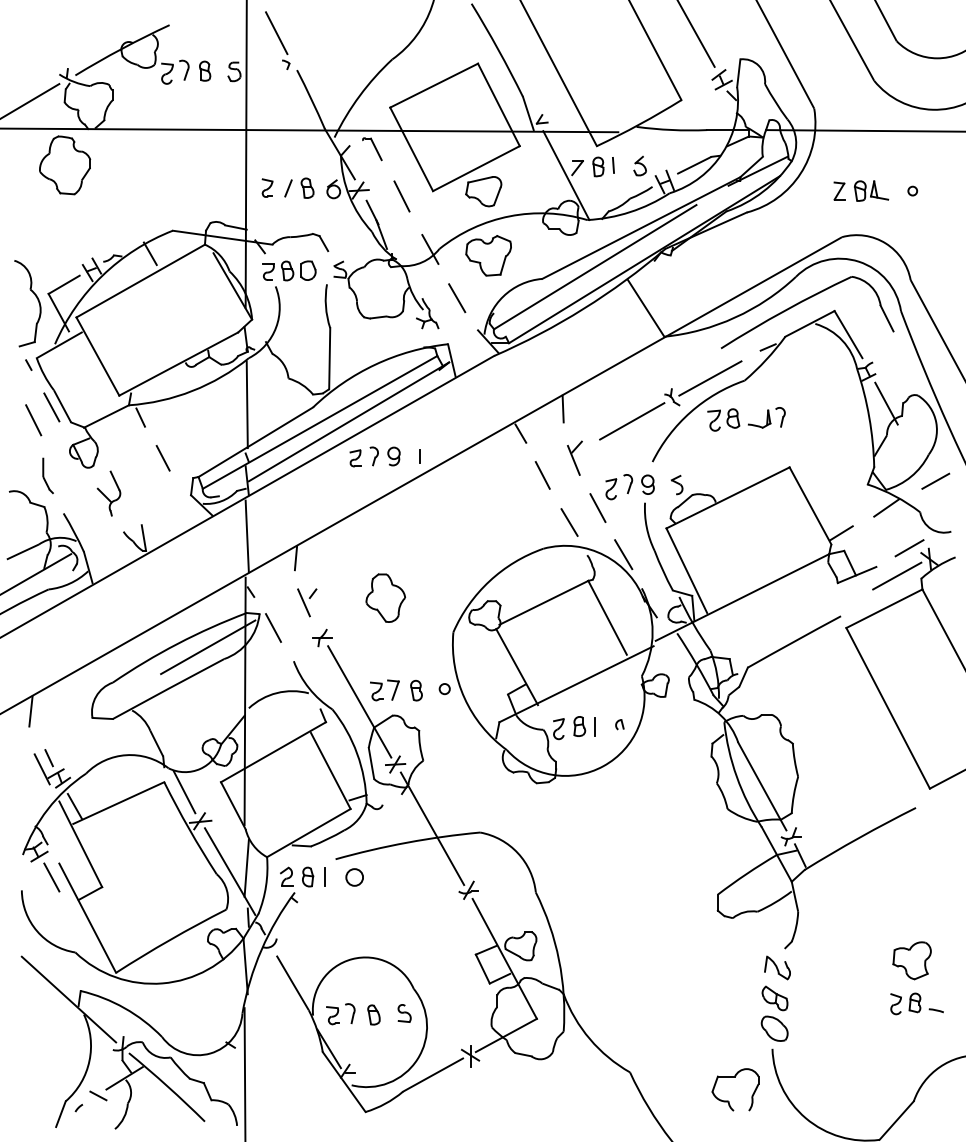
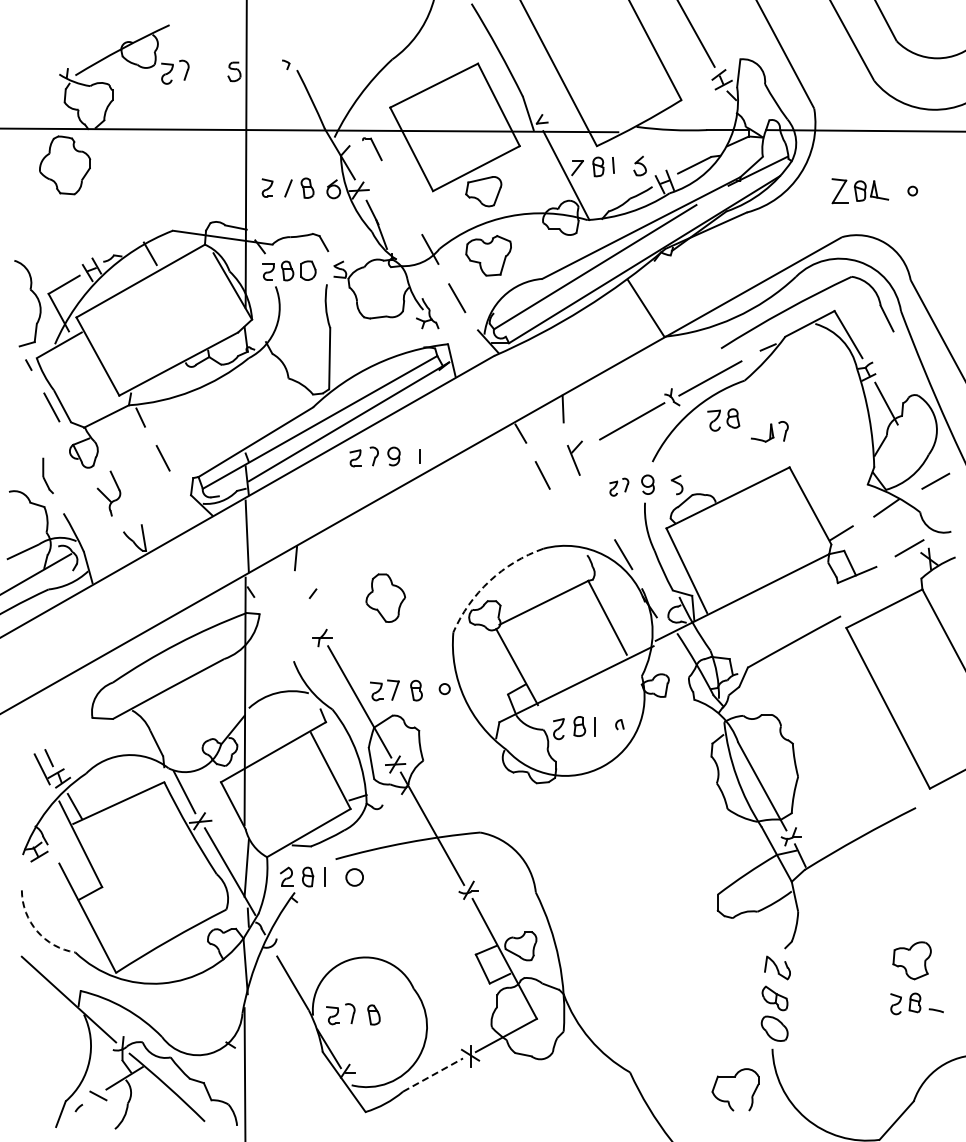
line at (276, 33): present -> none
part at (205, 70): present -> none
line at (30, 100): present -> none
part at (839, 190) size: 13x20 px -> 18x27 px
line at (401, 196): present -> none
line at (246, 404): present -> none
part at (766, 417) position: (766, 417) -> (769, 431)
line at (33, 420): present -> none
part at (619, 487) size: 29x27 px -> 21x20 px
line at (597, 508): present -> none
line at (569, 522): present -> none
line at (897, 575): present -> none
arc at (489, 581): solid -> dashed
line at (303, 602): present -> none
line at (273, 627): present -> none
line at (208, 647): present -> none
line at (30, 711): present -> none
line at (51, 877): present -> none
arc at (37, 931): solid -> dashed
part at (404, 1013): present -> none
line at (433, 1074): solid -> dashed
